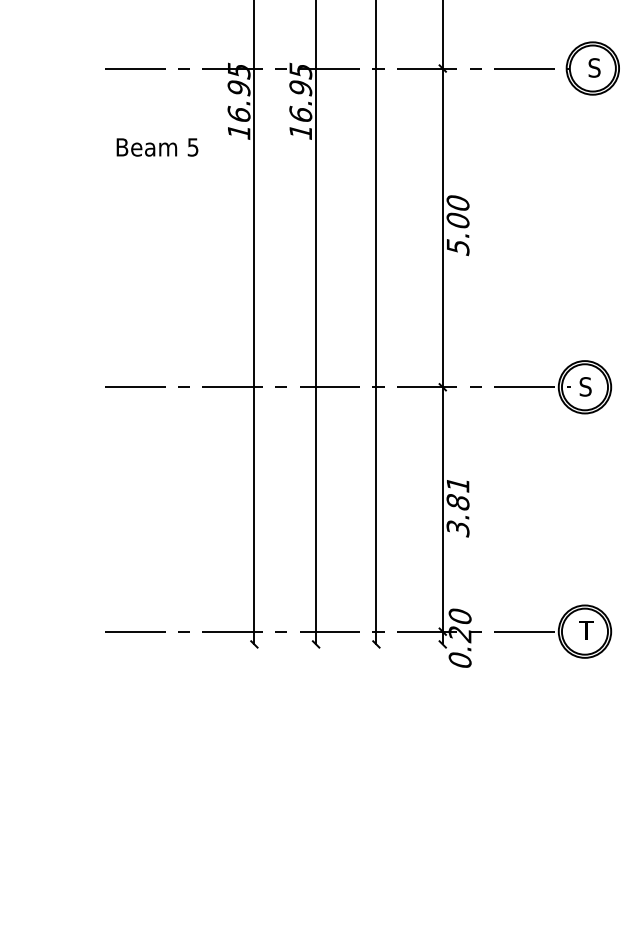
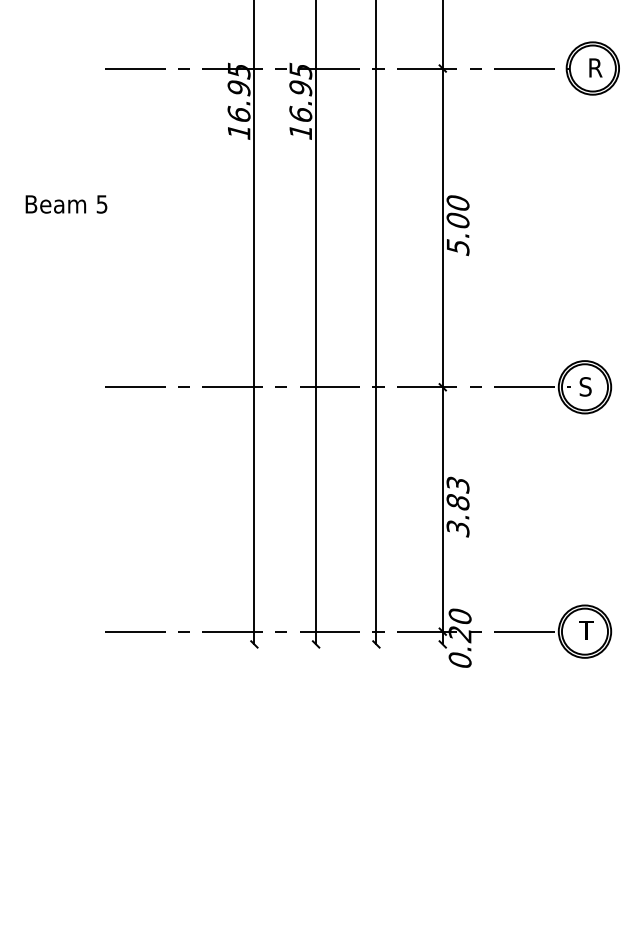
text at (595, 67): S -> R
text at (157, 147) position: (157, 147) -> (66, 204)
text at (457, 484): 3.81 -> 3.83
